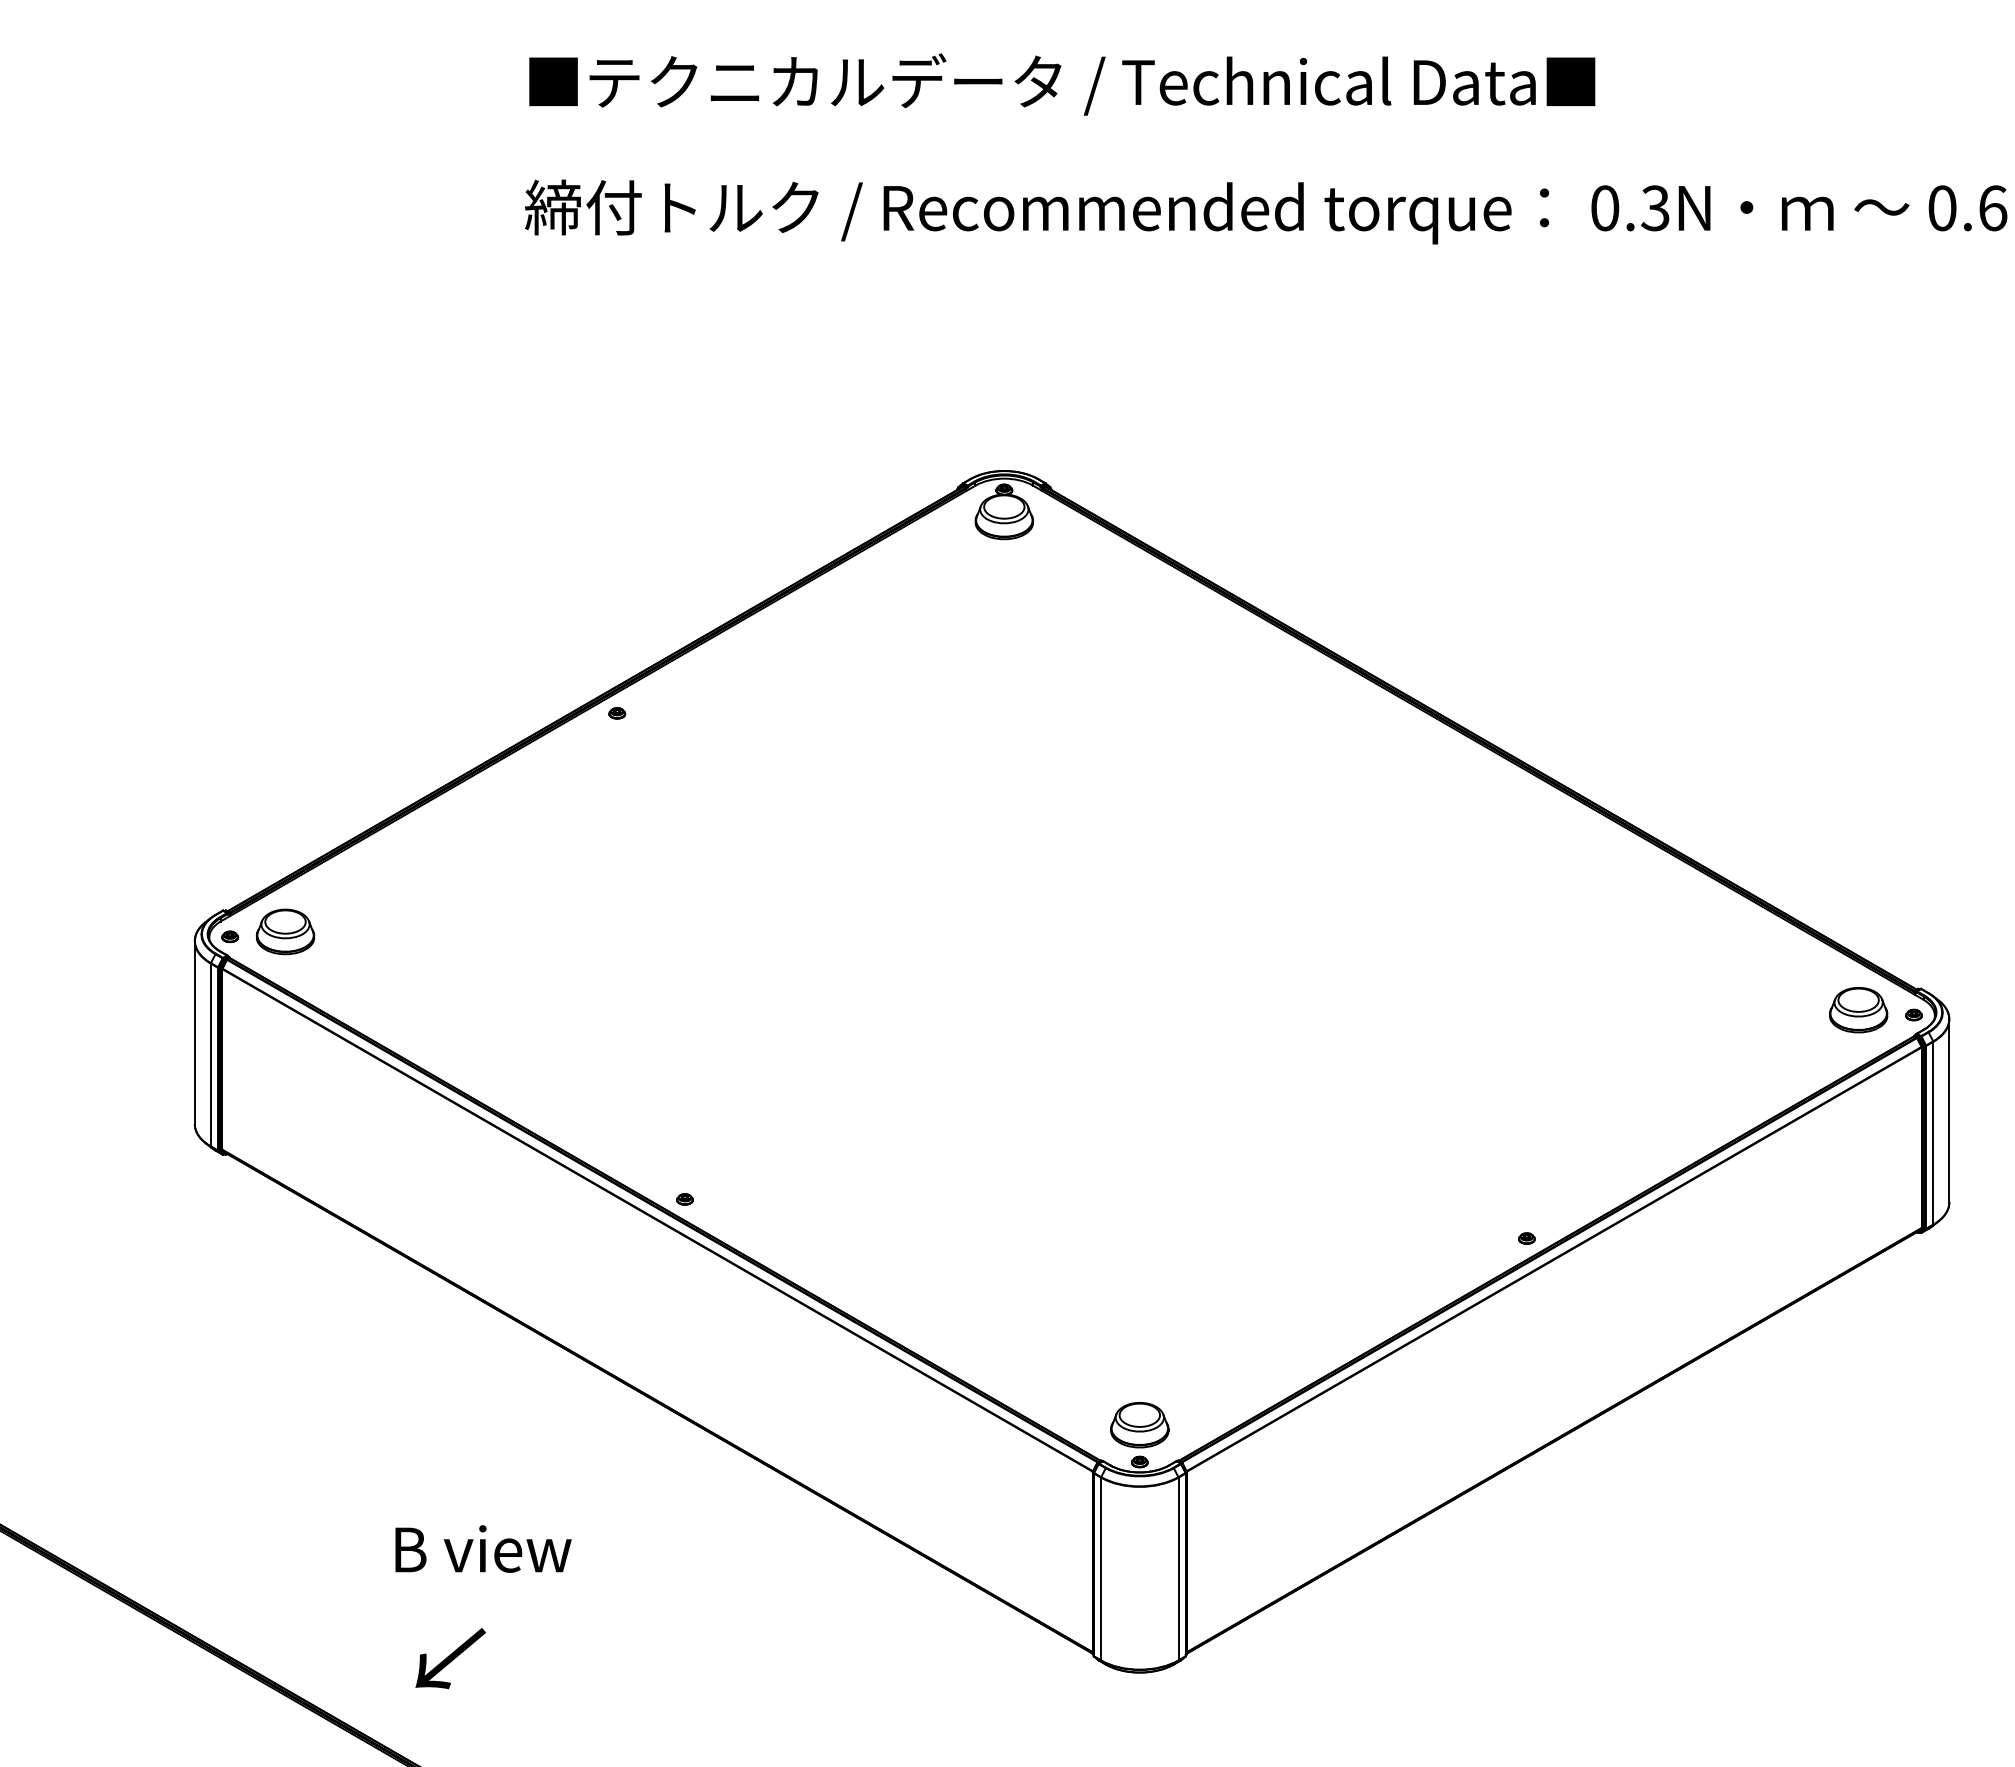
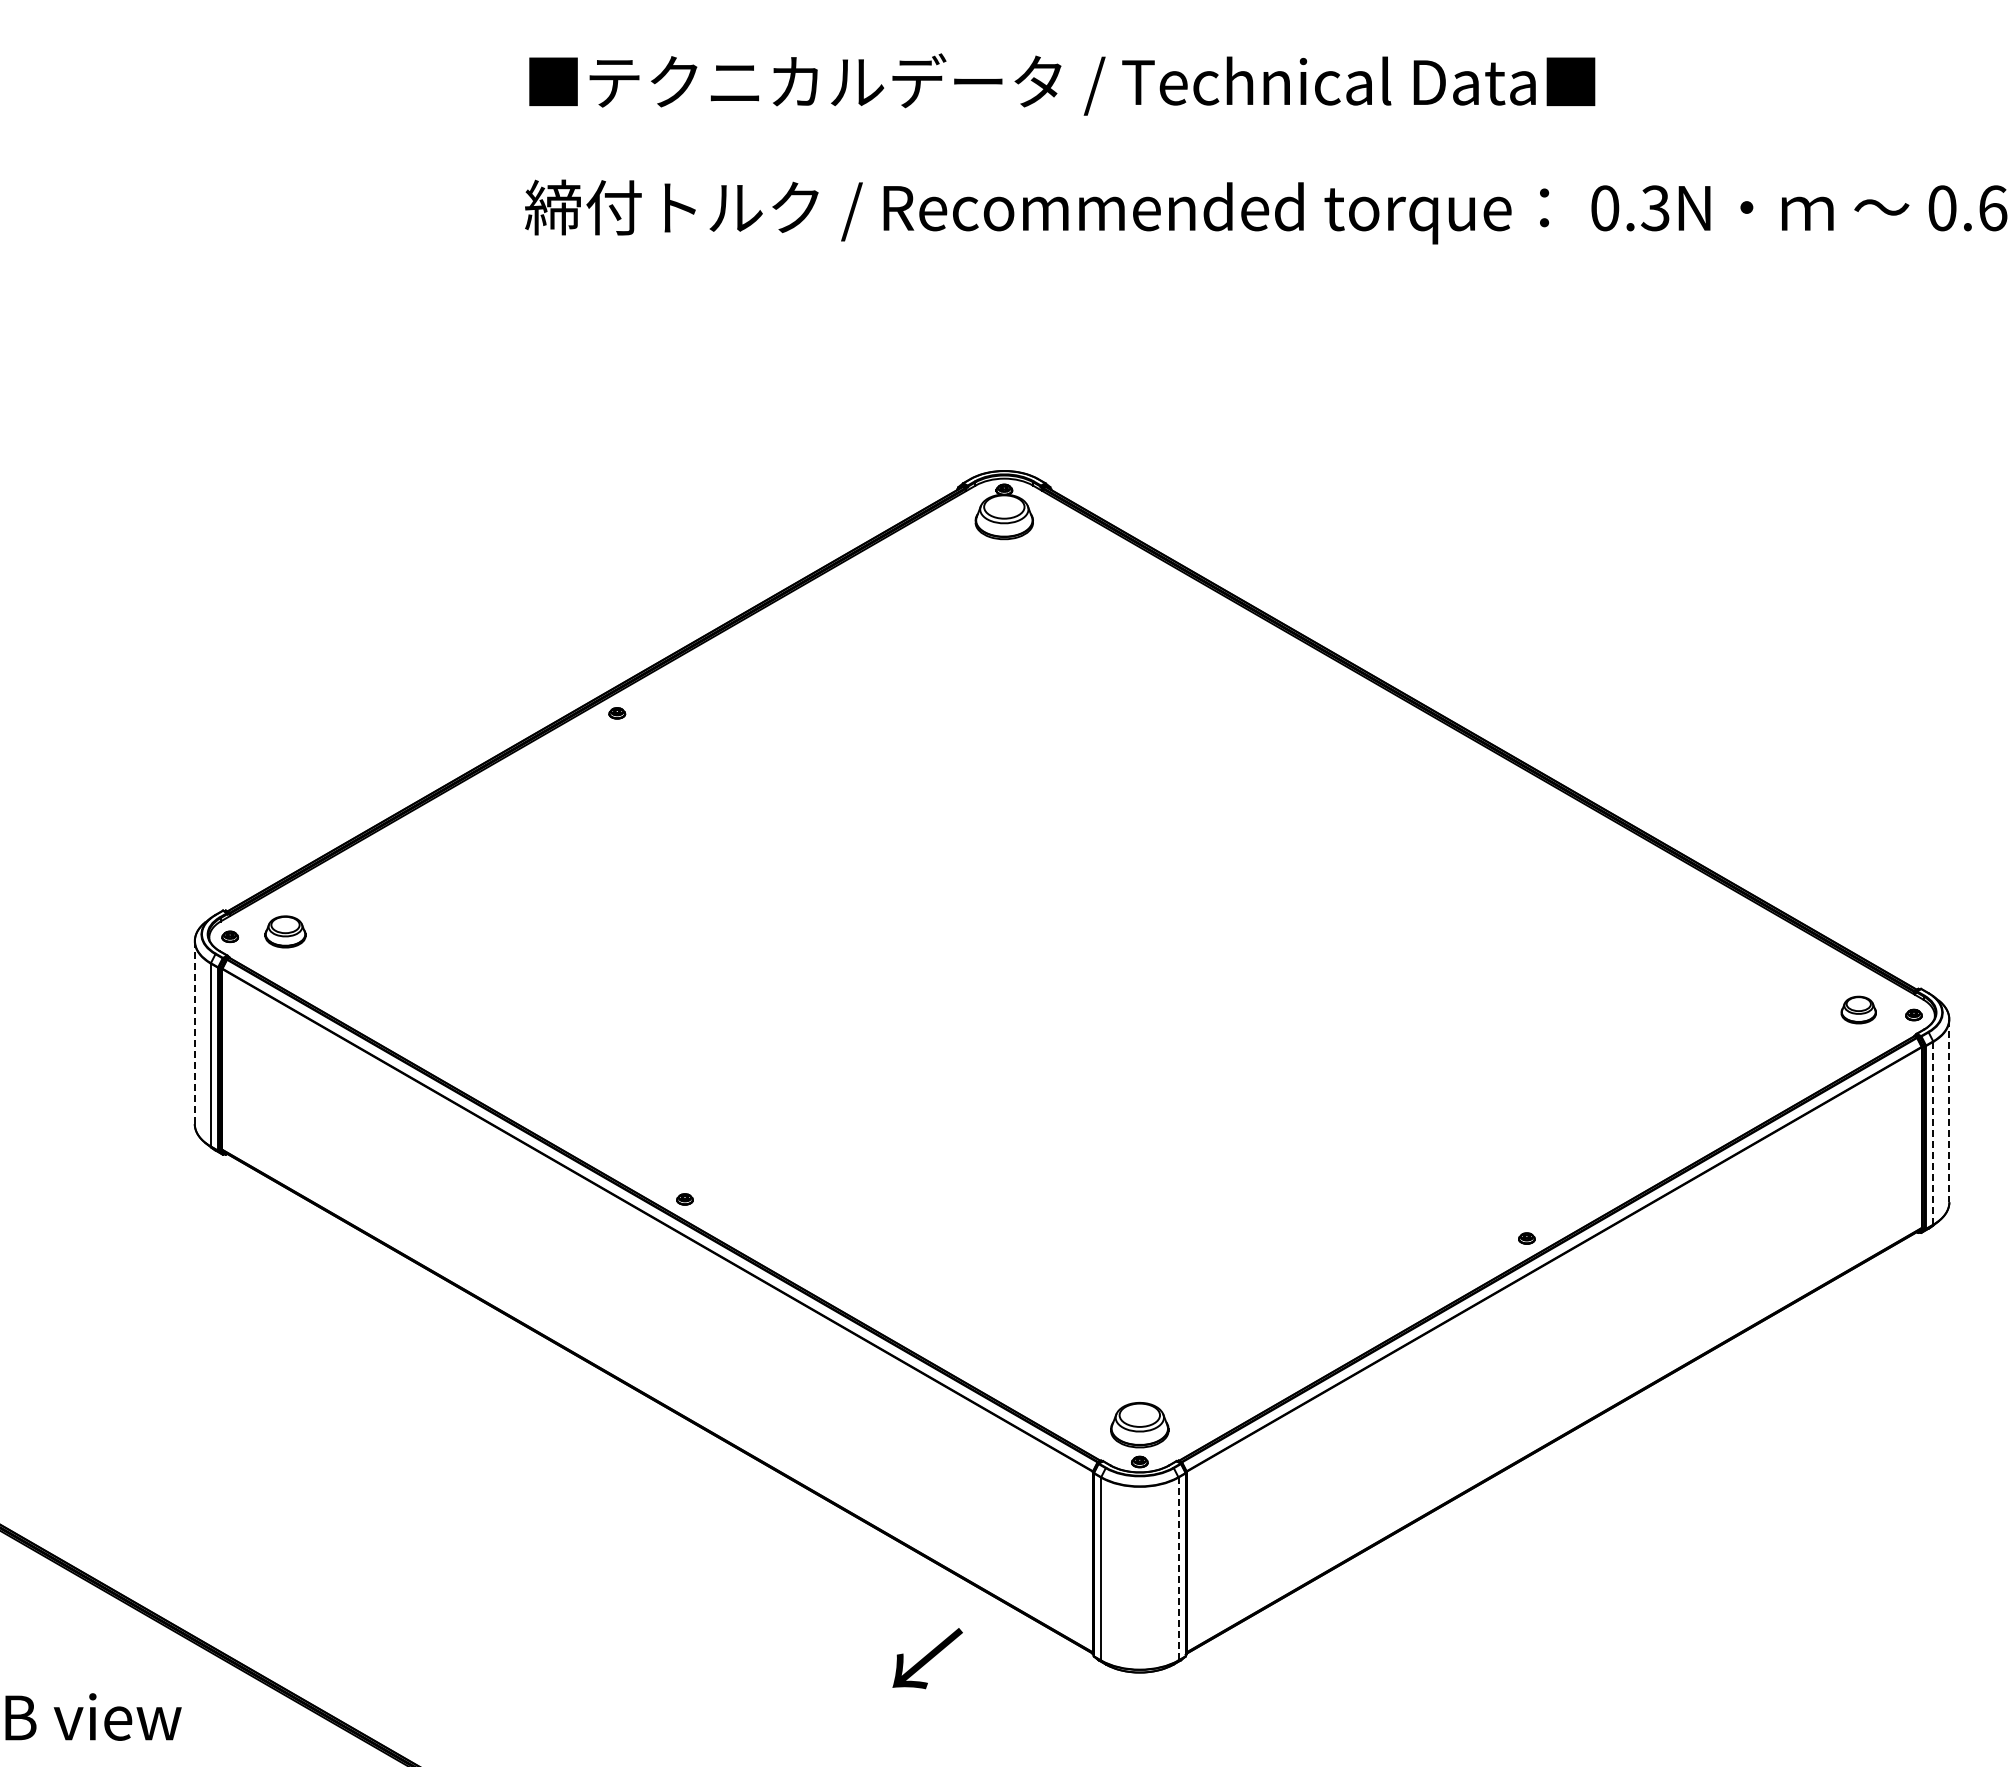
part at (285, 931) size: 61x48 px -> 43x34 px
part at (1858, 1009) size: 60x48 px -> 37x30 px
line at (194, 1033): solid -> dashed
line at (1949, 1111): solid -> dashed
line at (1933, 1133): solid -> dashed
text at (483, 1548) position: (483, 1548) -> (93, 1716)
line at (1178, 1568): solid -> dashed
text at (450, 1658) position: (450, 1658) -> (927, 1658)
